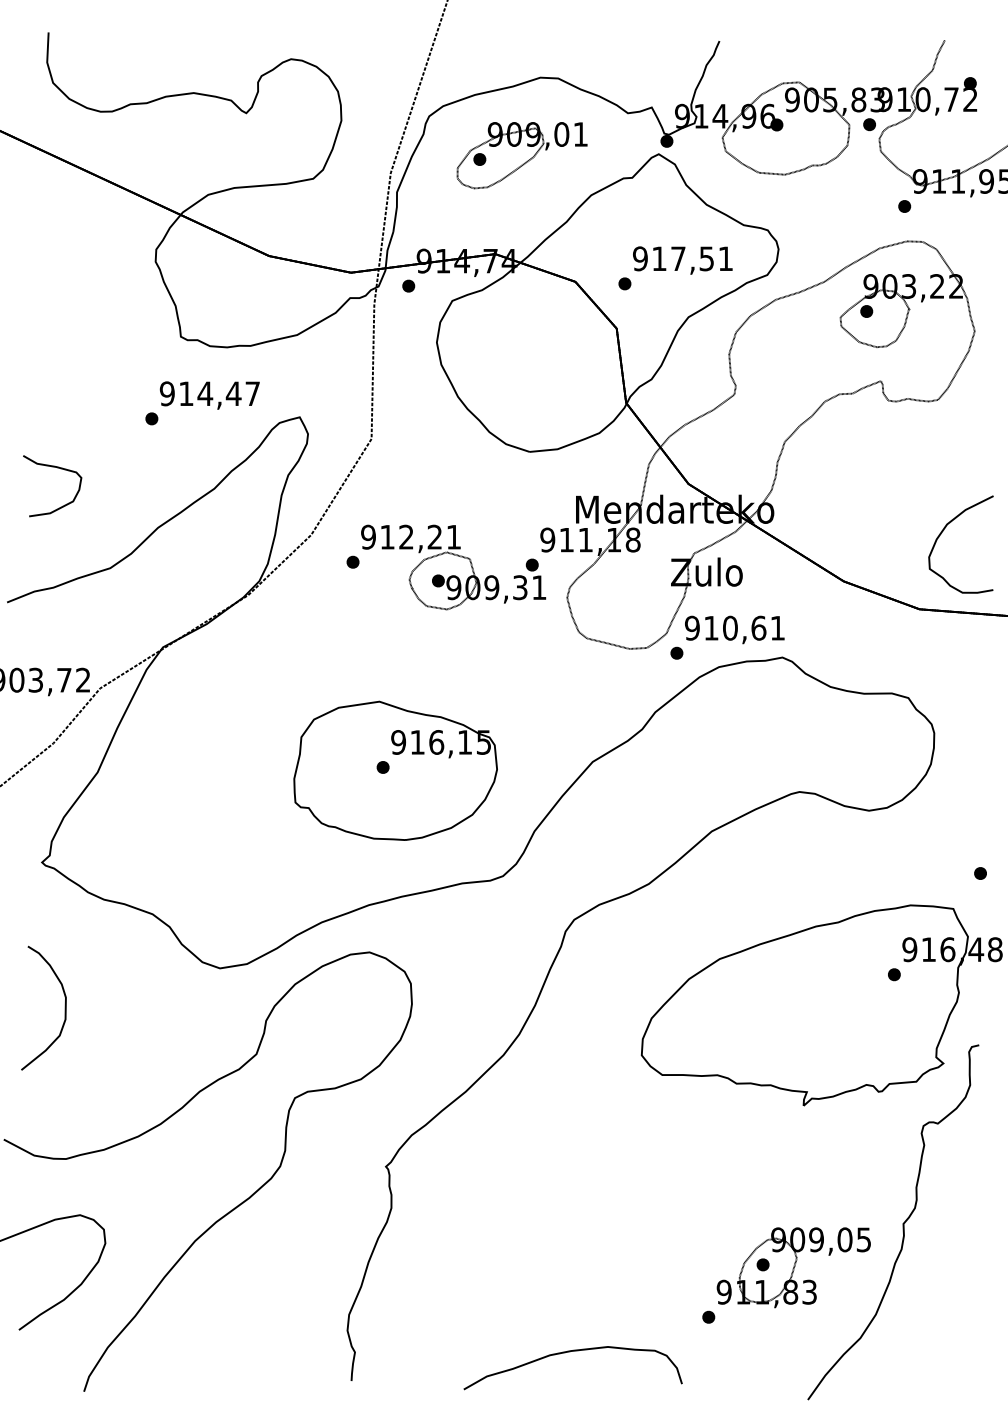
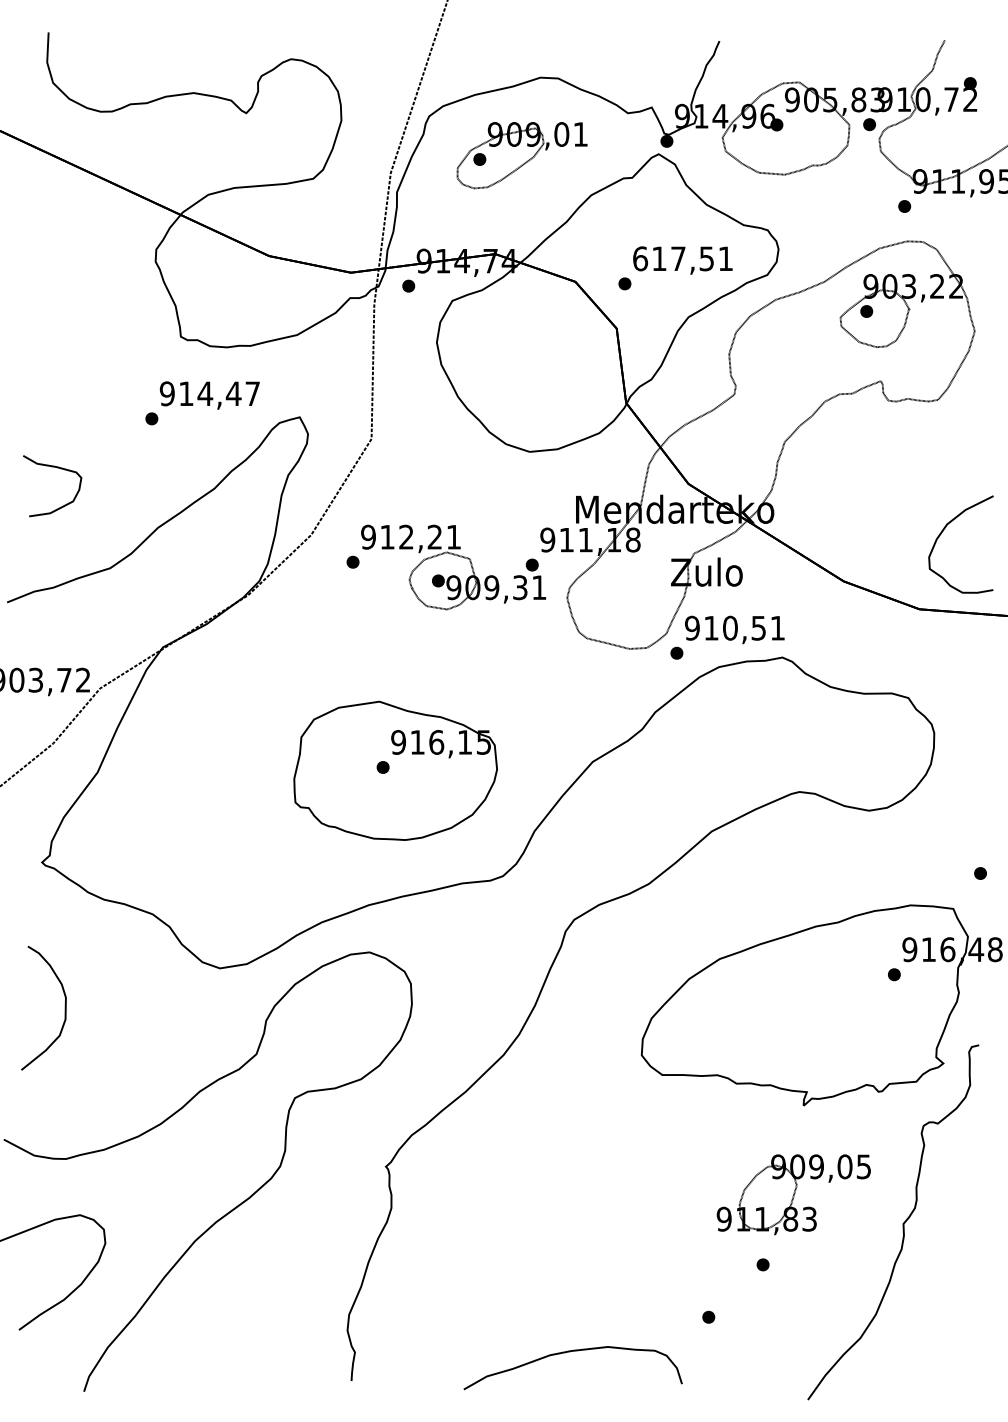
text at (640, 258): 917,51 -> 617,51
text at (758, 627): 910,61 -> 910,51
part at (793, 1267) position: (793, 1267) -> (793, 1194)
